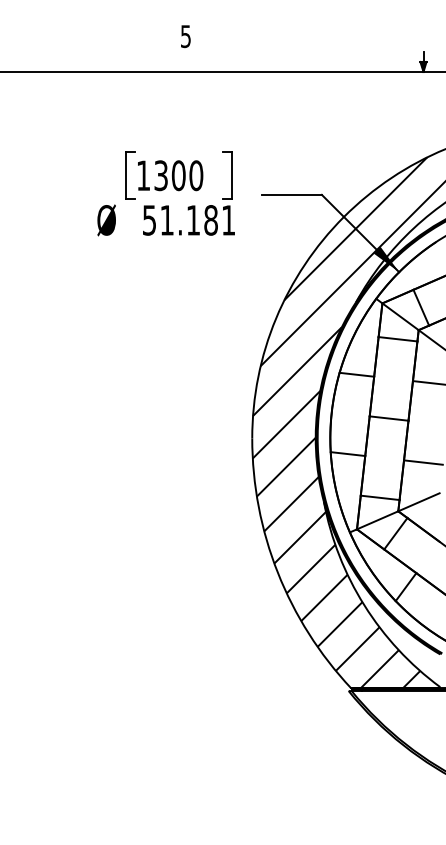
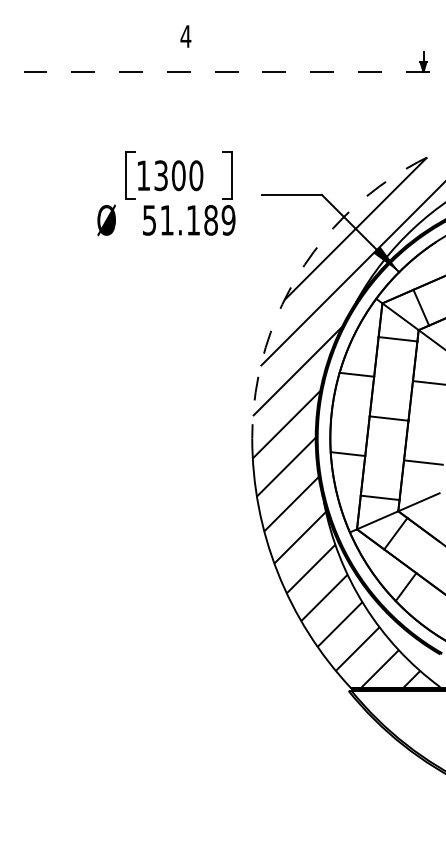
text at (185, 36): 5 -> 4
line at (223, 71): solid -> dashed
text at (228, 220): 51.181 -> 51.189
arc at (304, 264): solid -> dashed
